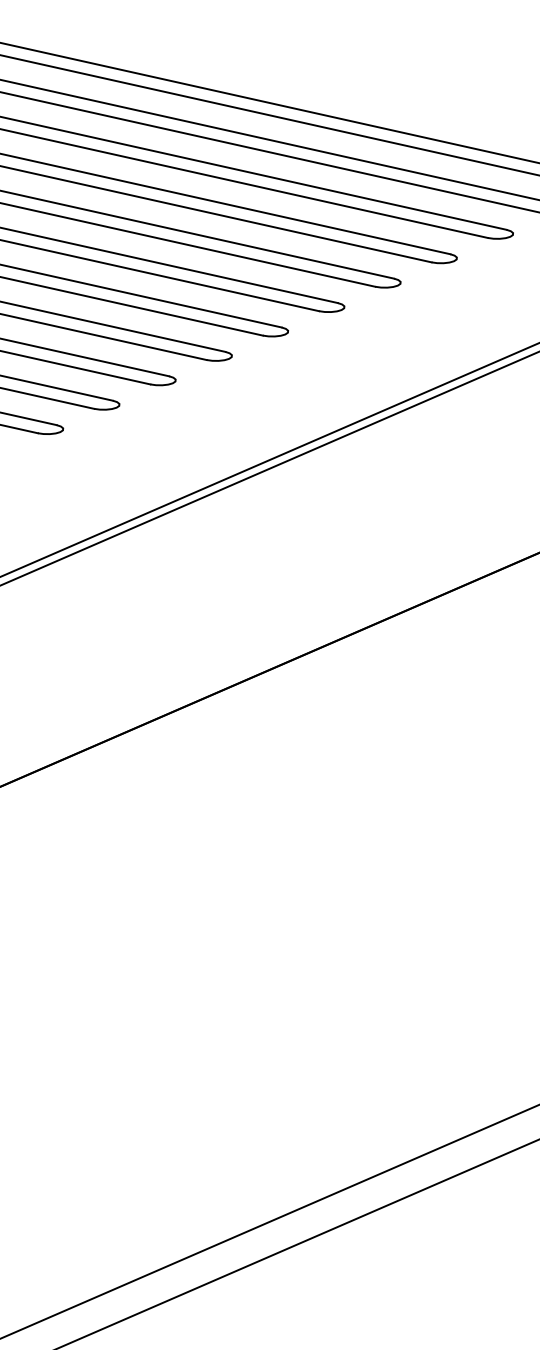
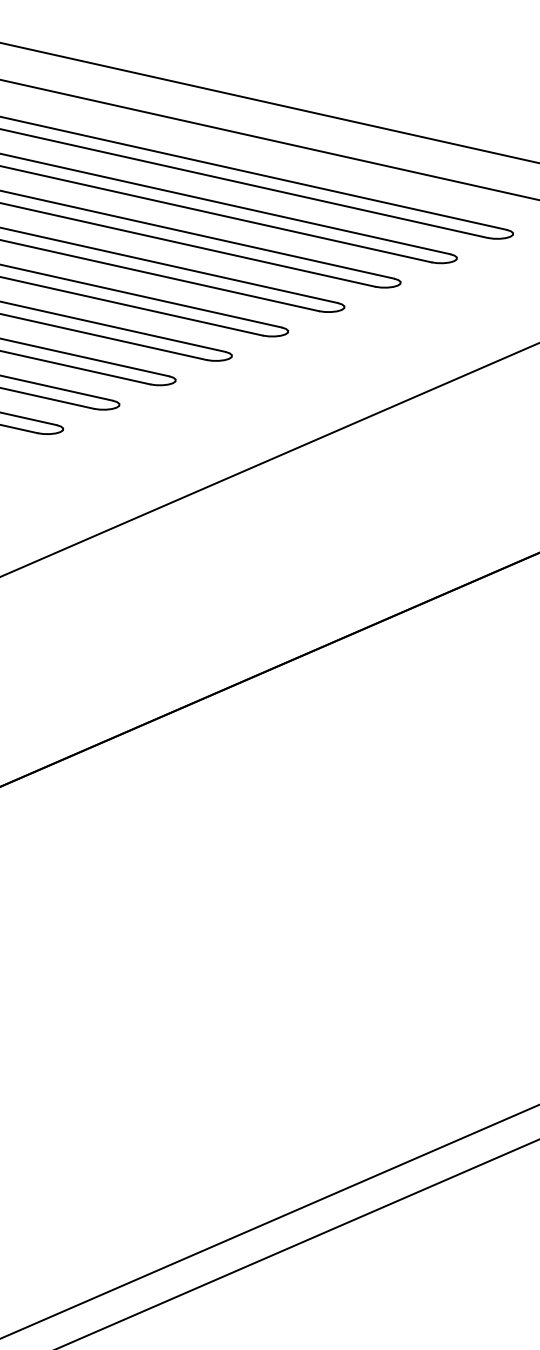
line at (269, 114): present -> none
line at (269, 151): present -> none
line at (269, 468): present -> none
